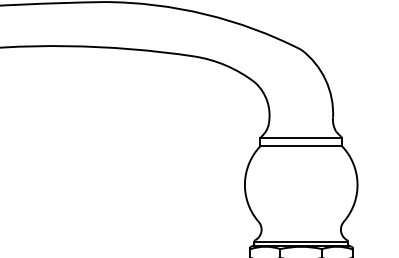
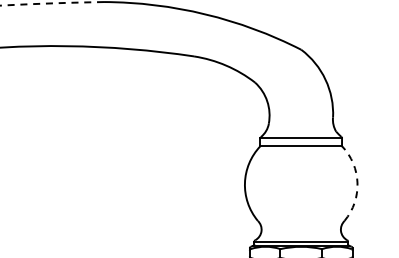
arc at (52, 3): solid -> dashed
arc at (357, 183): solid -> dashed
